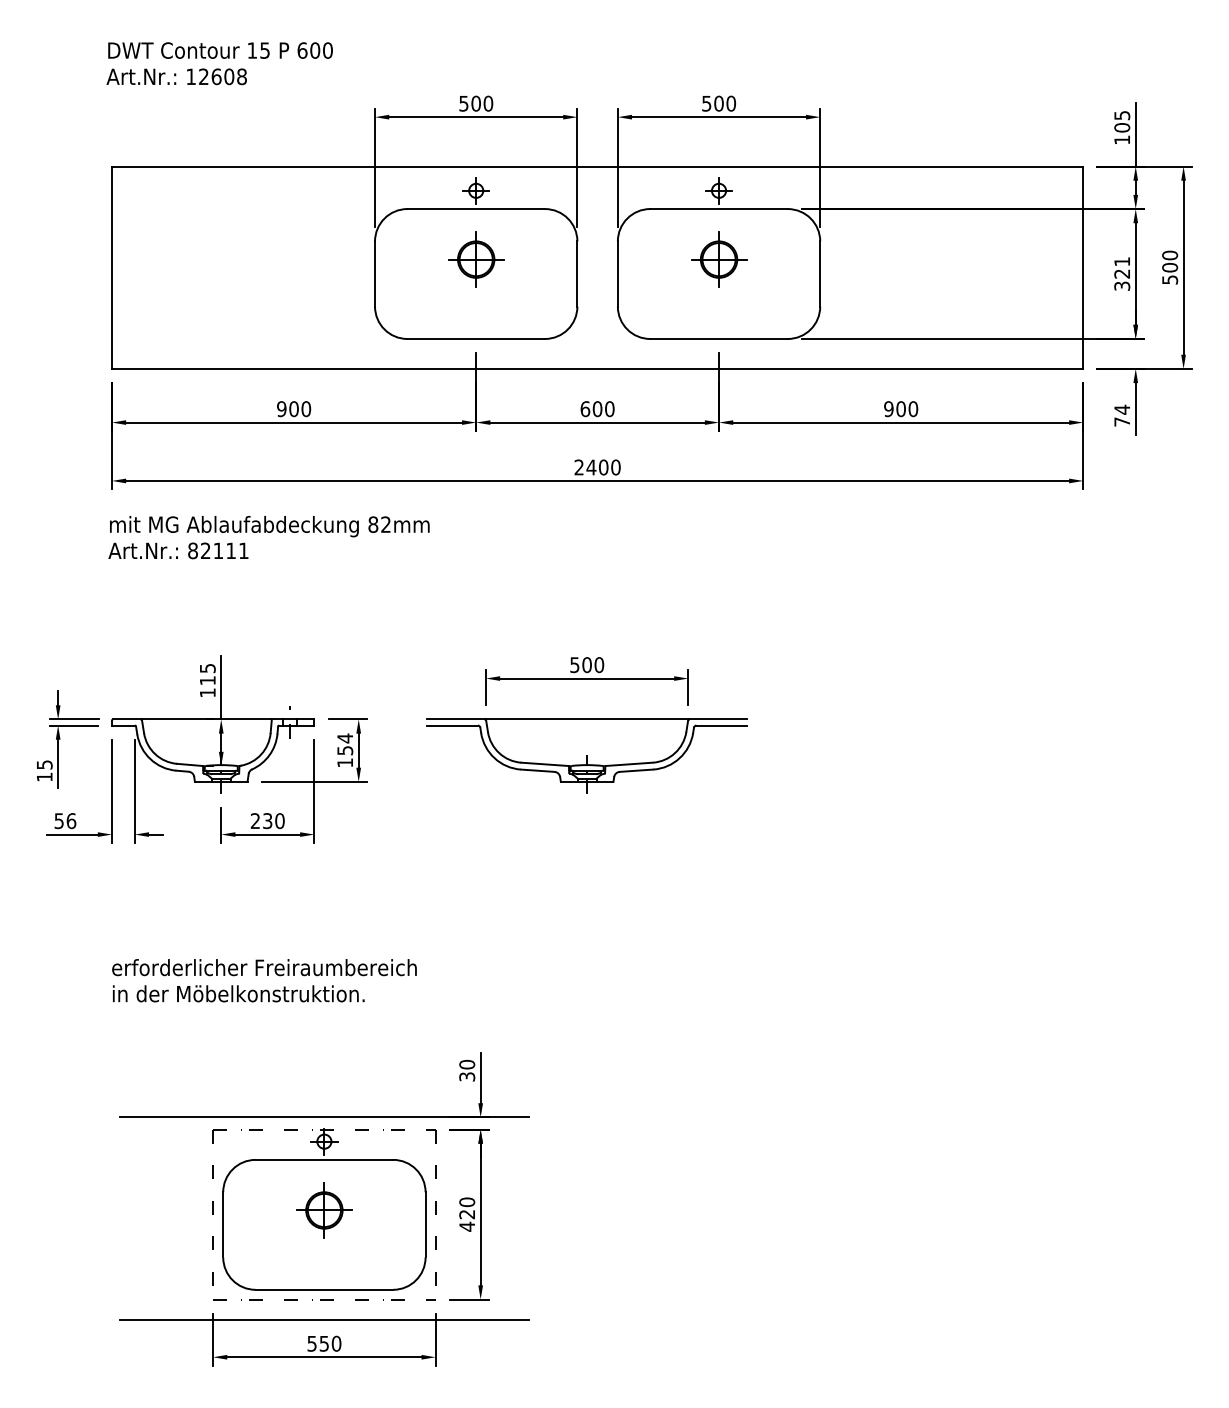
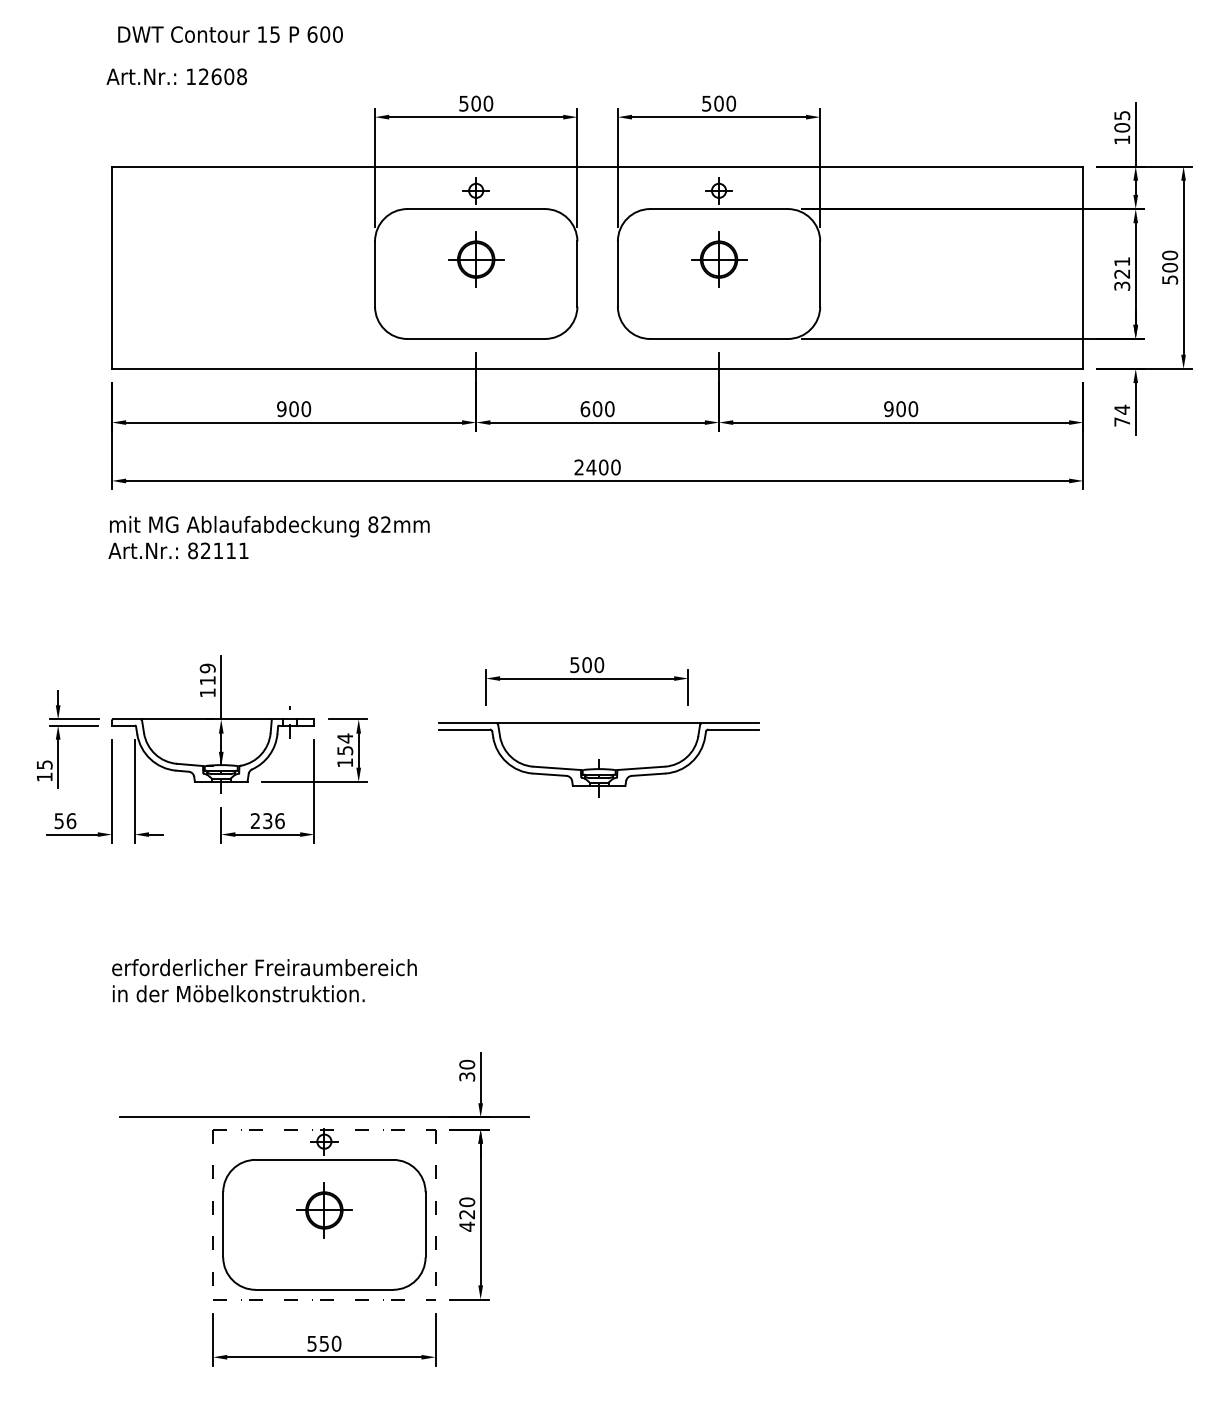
text at (220, 50) position: (220, 50) -> (230, 34)
text at (207, 668): 115 -> 119
part at (586, 755) position: (586, 755) -> (598, 759)
text at (279, 820): 230 -> 236
line at (324, 1319): present -> none
